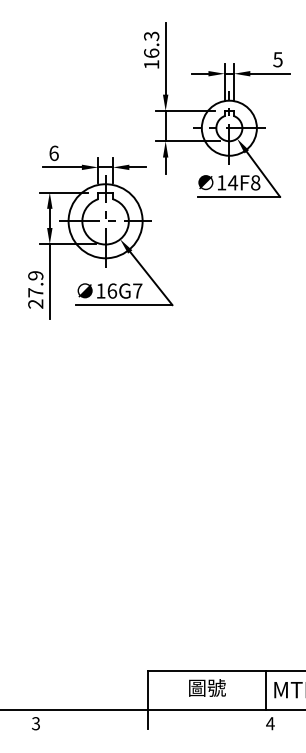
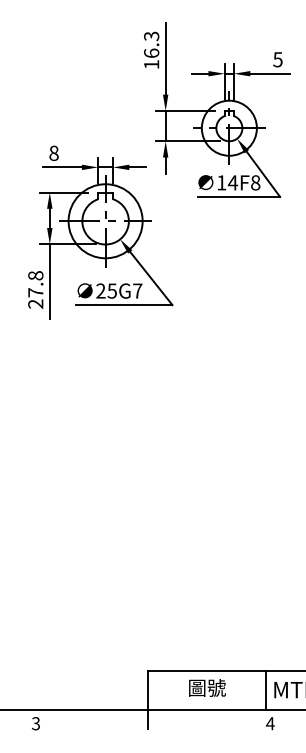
text at (53, 152): 6 -> 8
text at (35, 275): 27.9 -> 27.8
text at (106, 290): 16G7 -> 25G7
